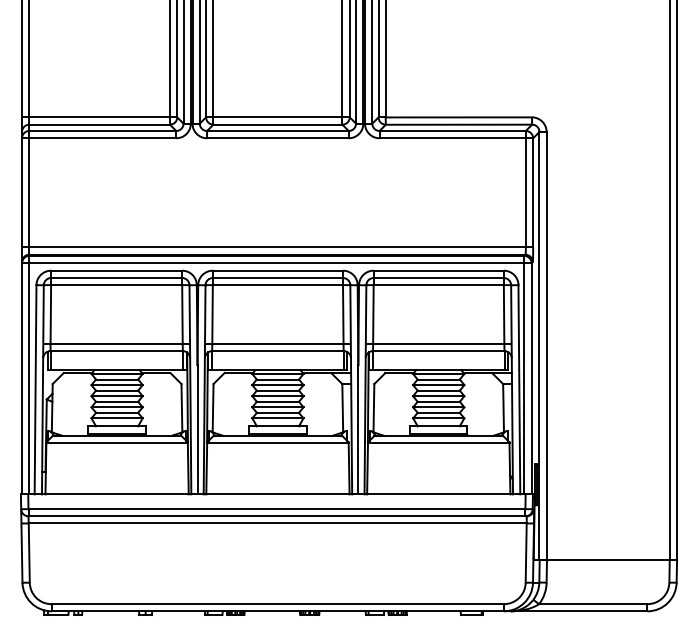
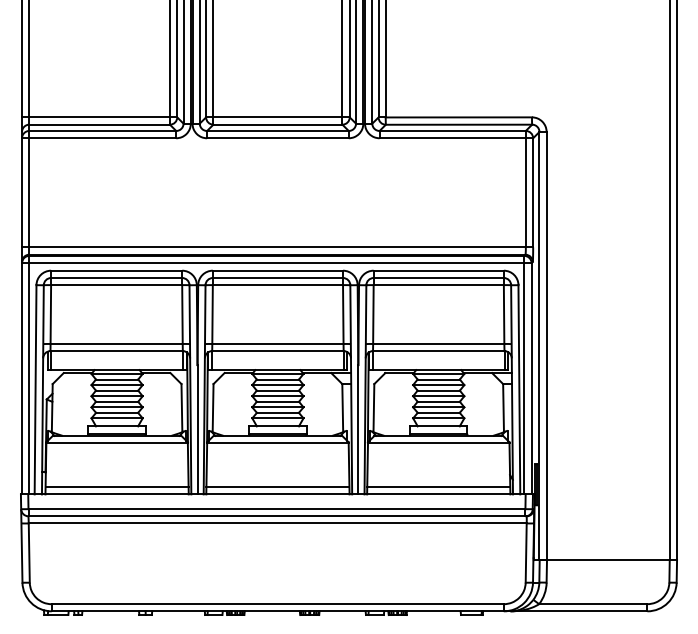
line at (116, 487): none -> present
line at (277, 487): none -> present
line at (438, 487): none -> present
